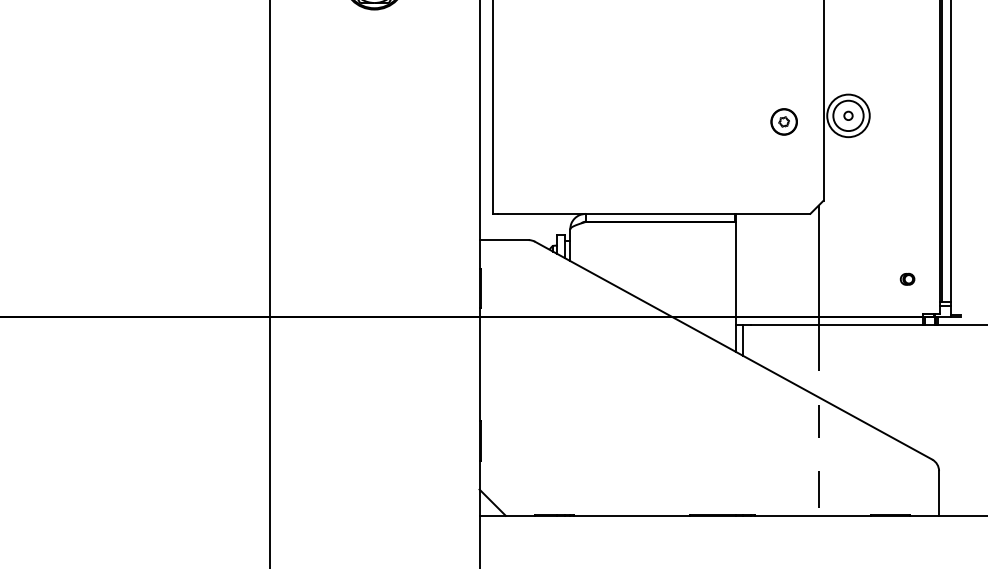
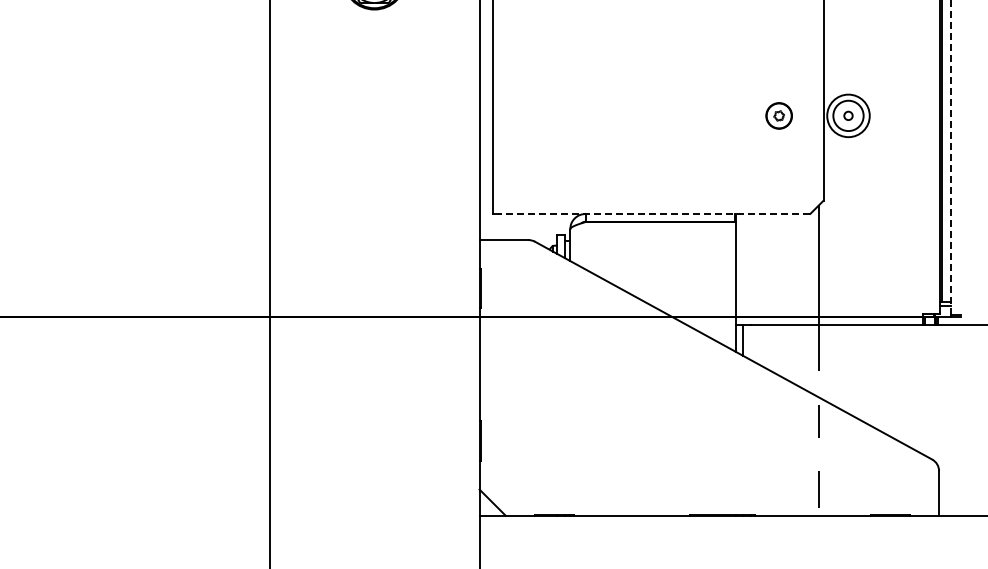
part at (783, 121) position: (783, 121) -> (778, 115)
line at (950, 157): solid -> dashed
line at (653, 213): solid -> dashed
part at (907, 278): present -> none
